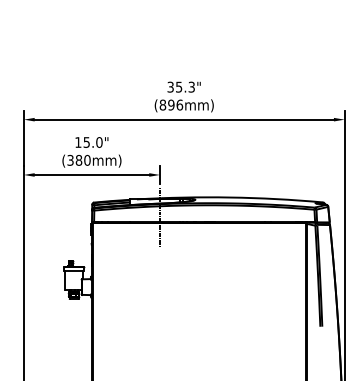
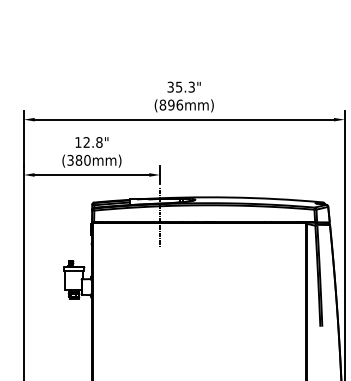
text at (92, 142): 15.0" -> 12.8"
